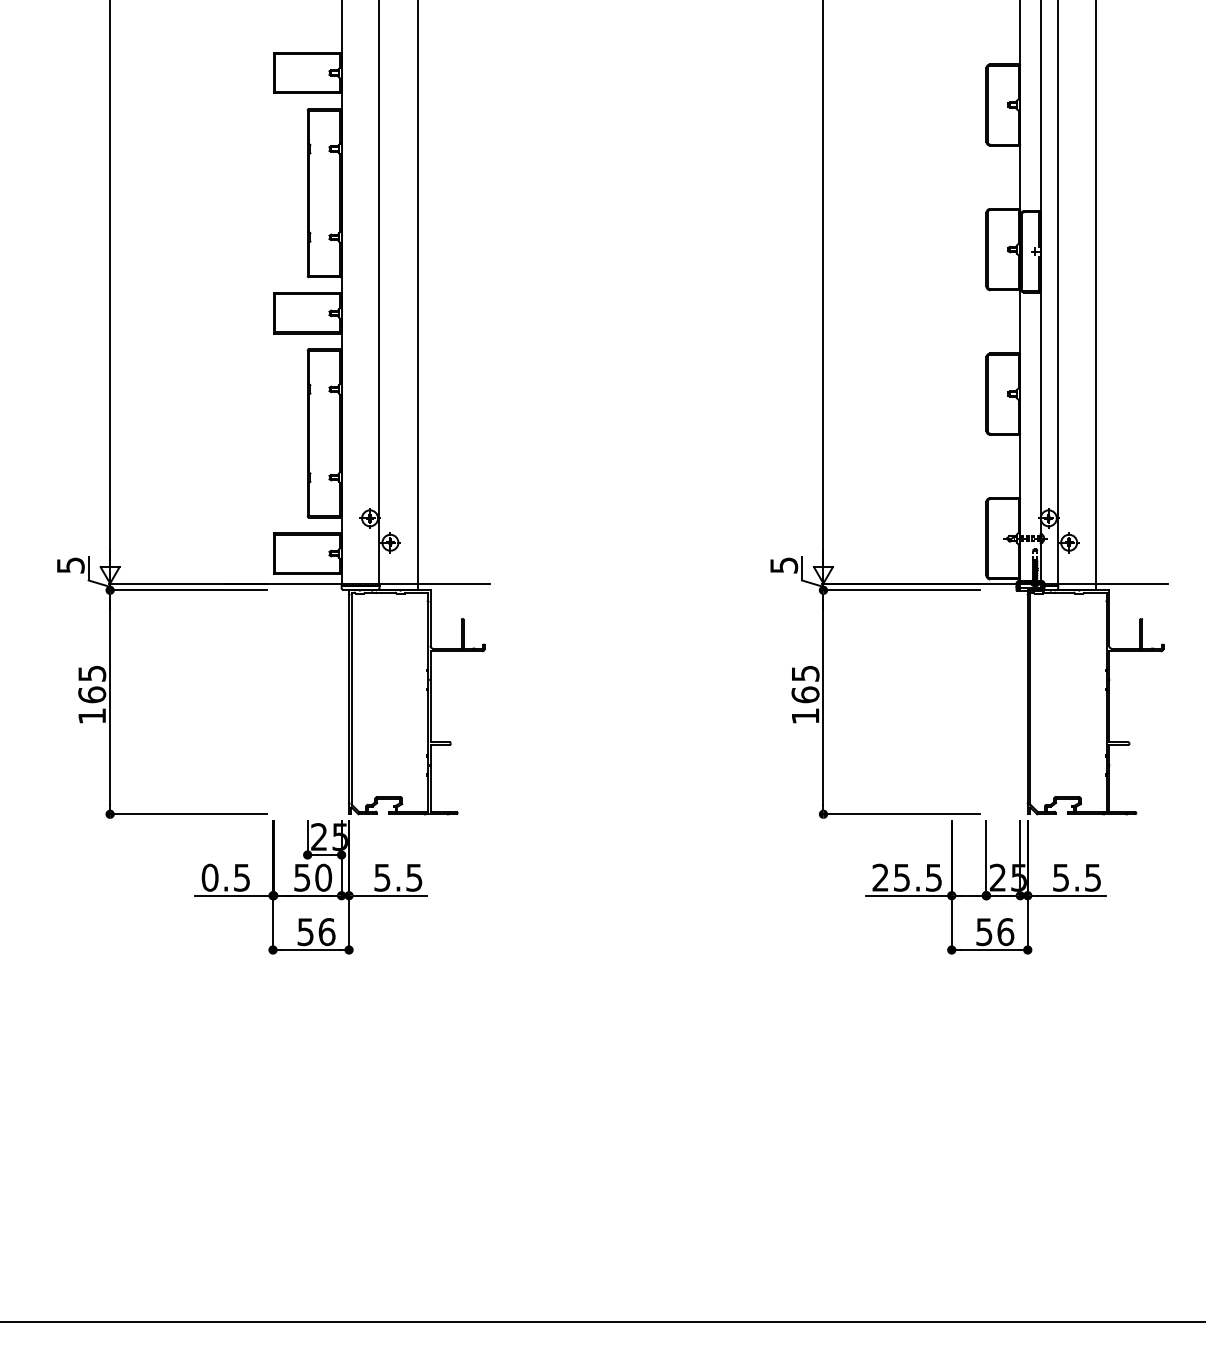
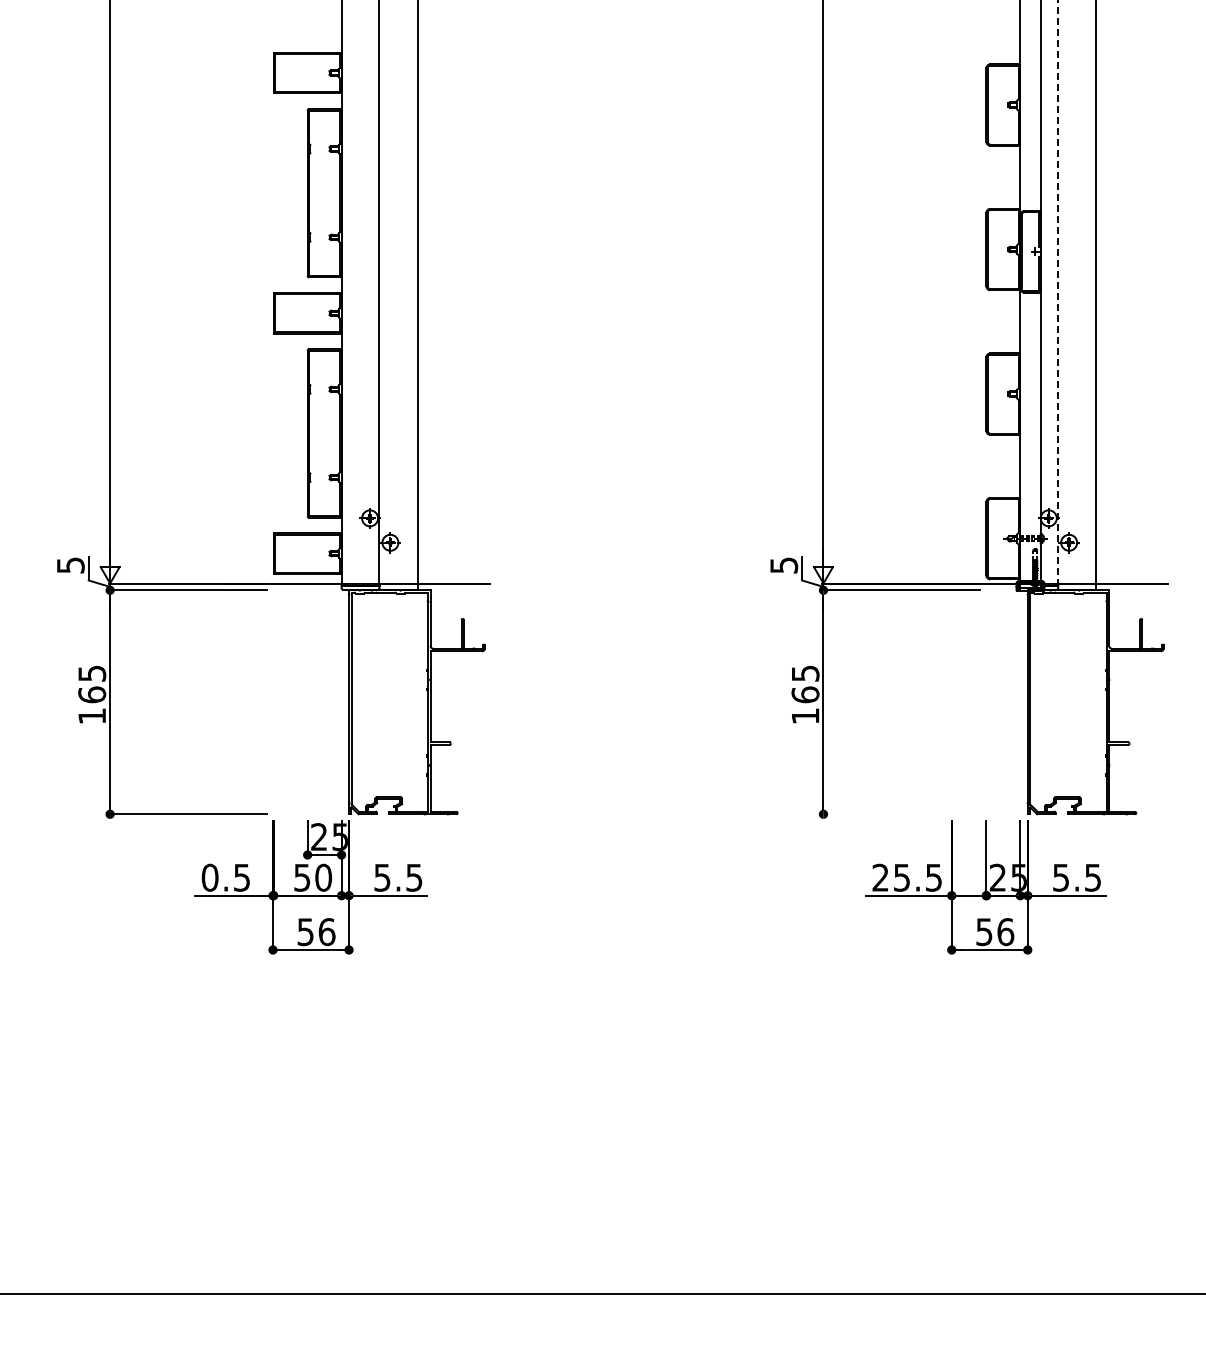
line at (1057, 293): solid -> dashed
line at (900, 814): present -> none
line at (602, 1322) position: (602, 1322) -> (602, 1294)
